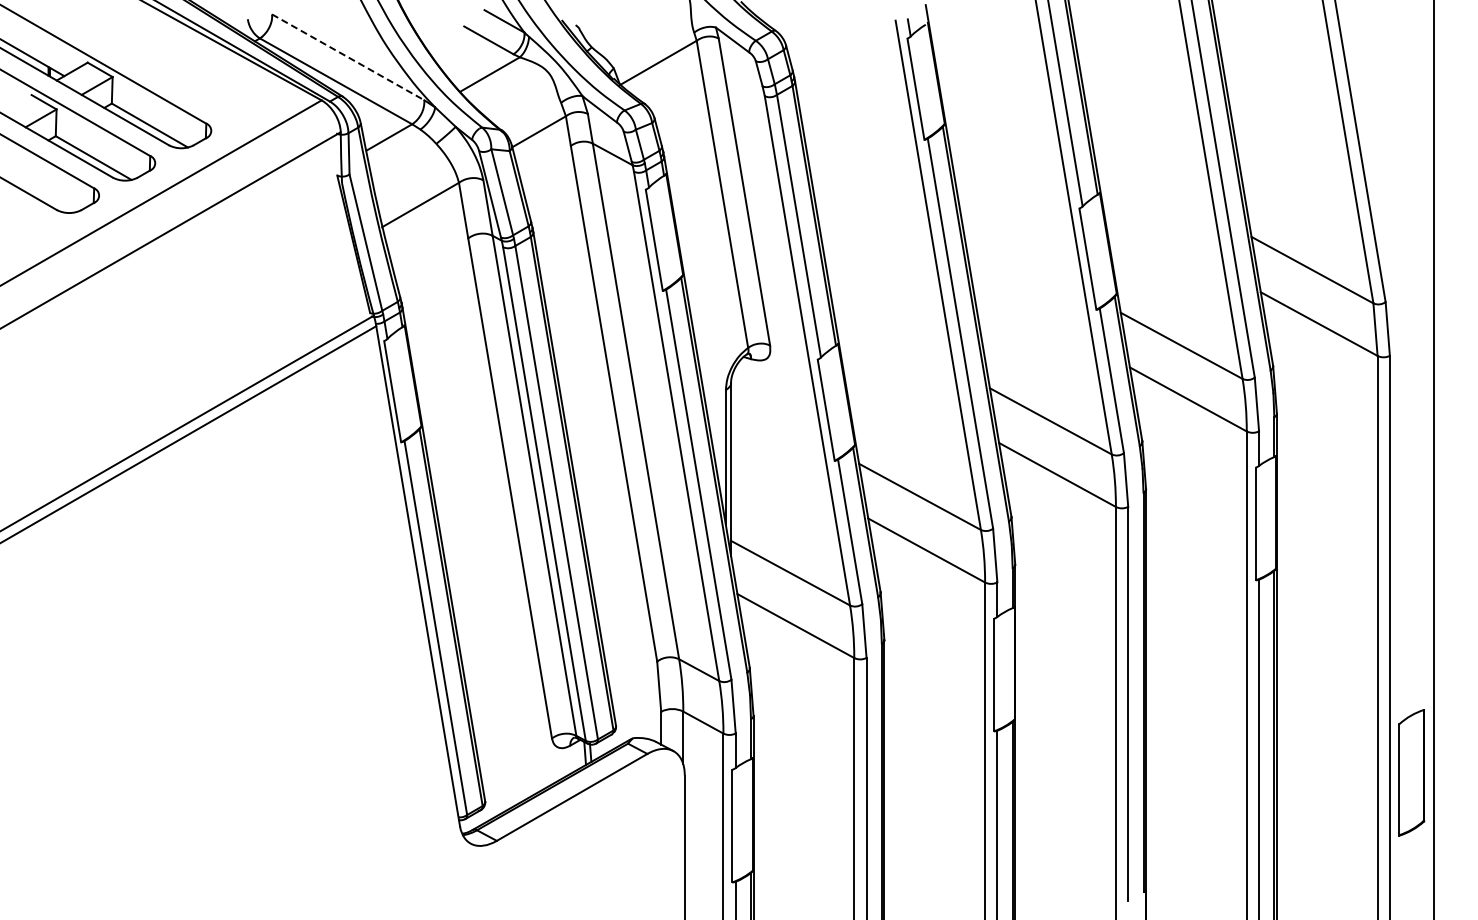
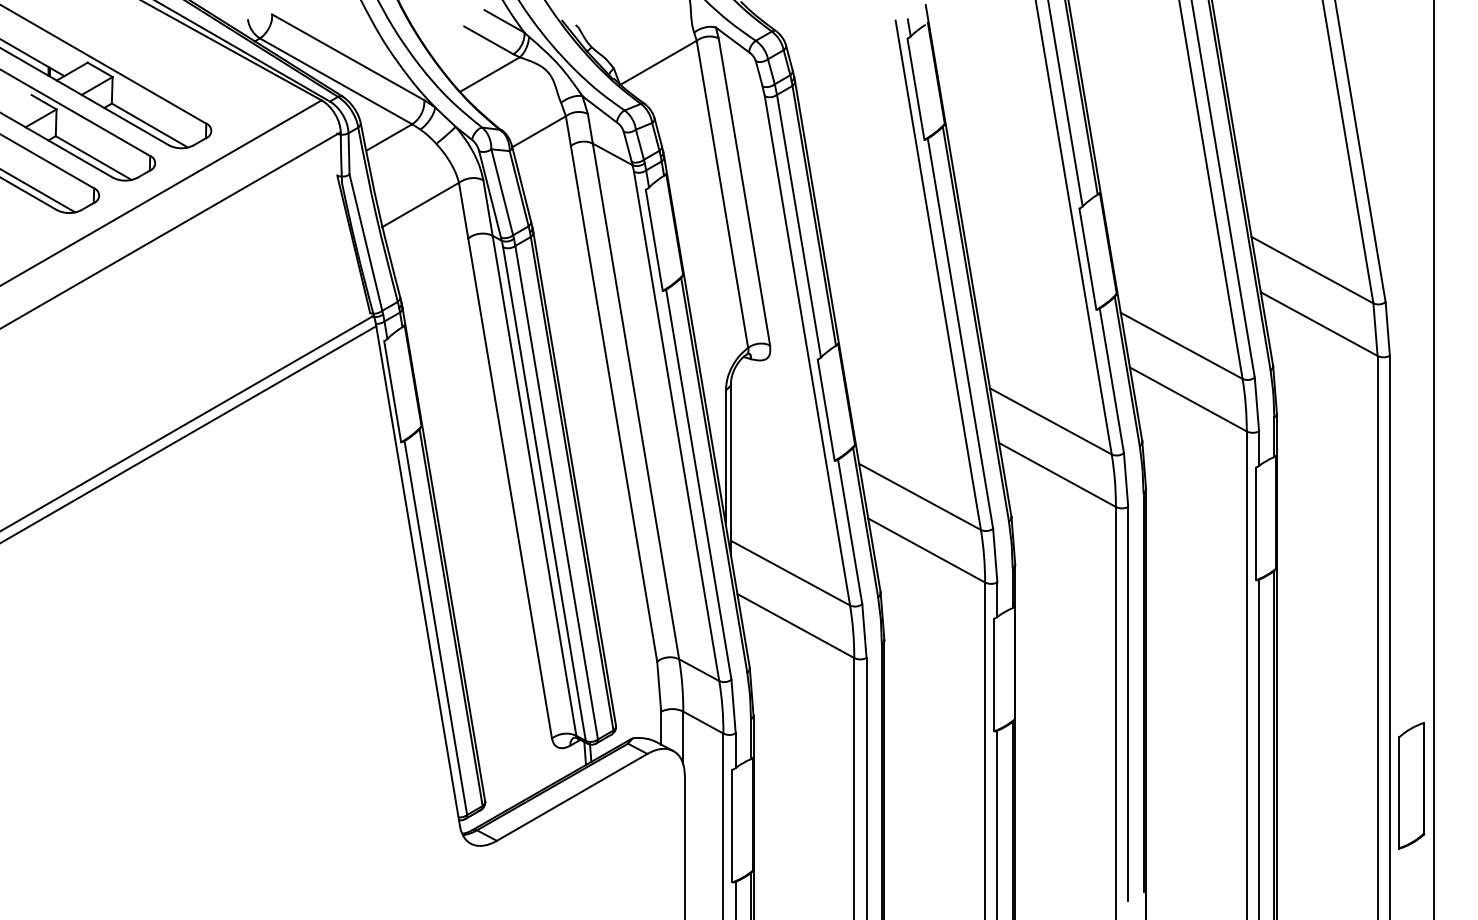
line at (348, 57): dashed -> solid
line at (38, 191): none -> present
part at (1411, 772) position: (1411, 772) -> (1411, 785)
